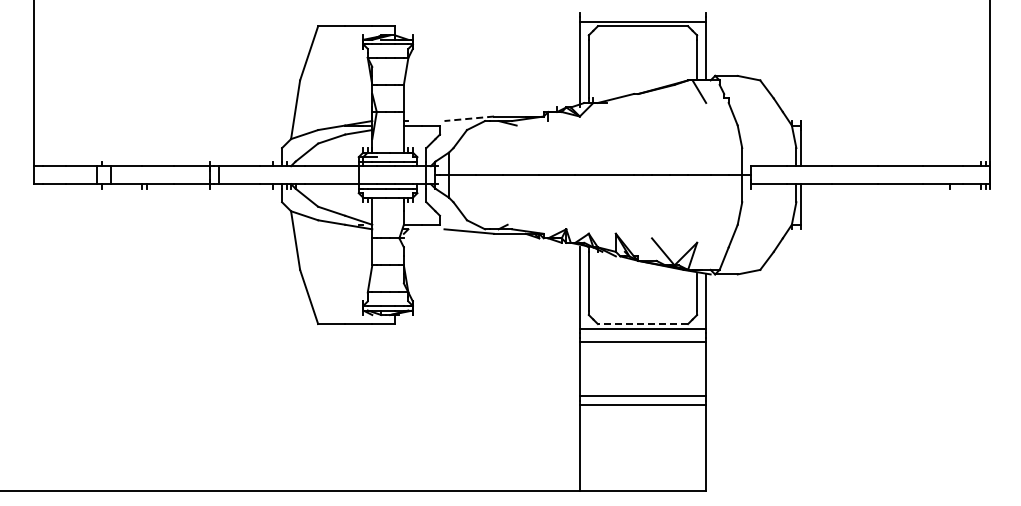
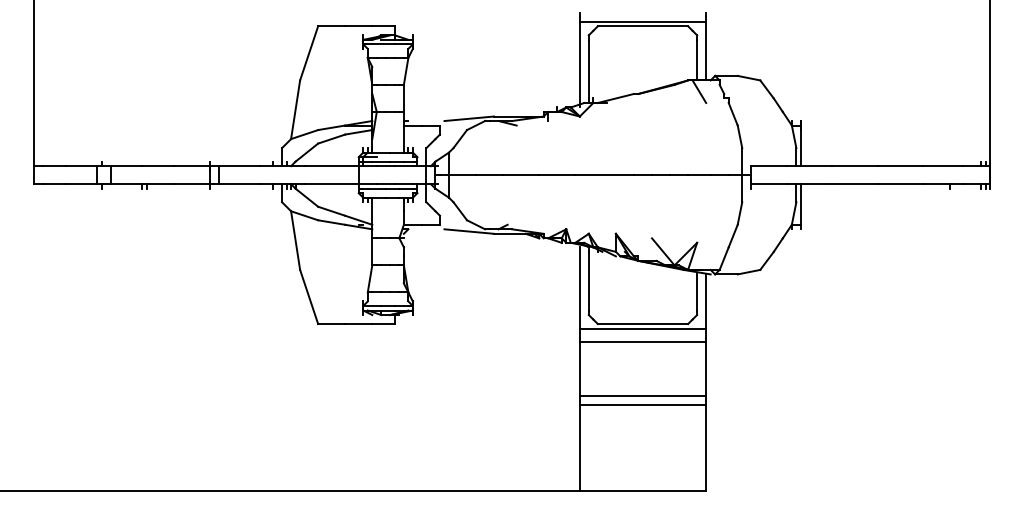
line at (469, 118): dashed -> solid
line at (642, 324): dashed -> solid
